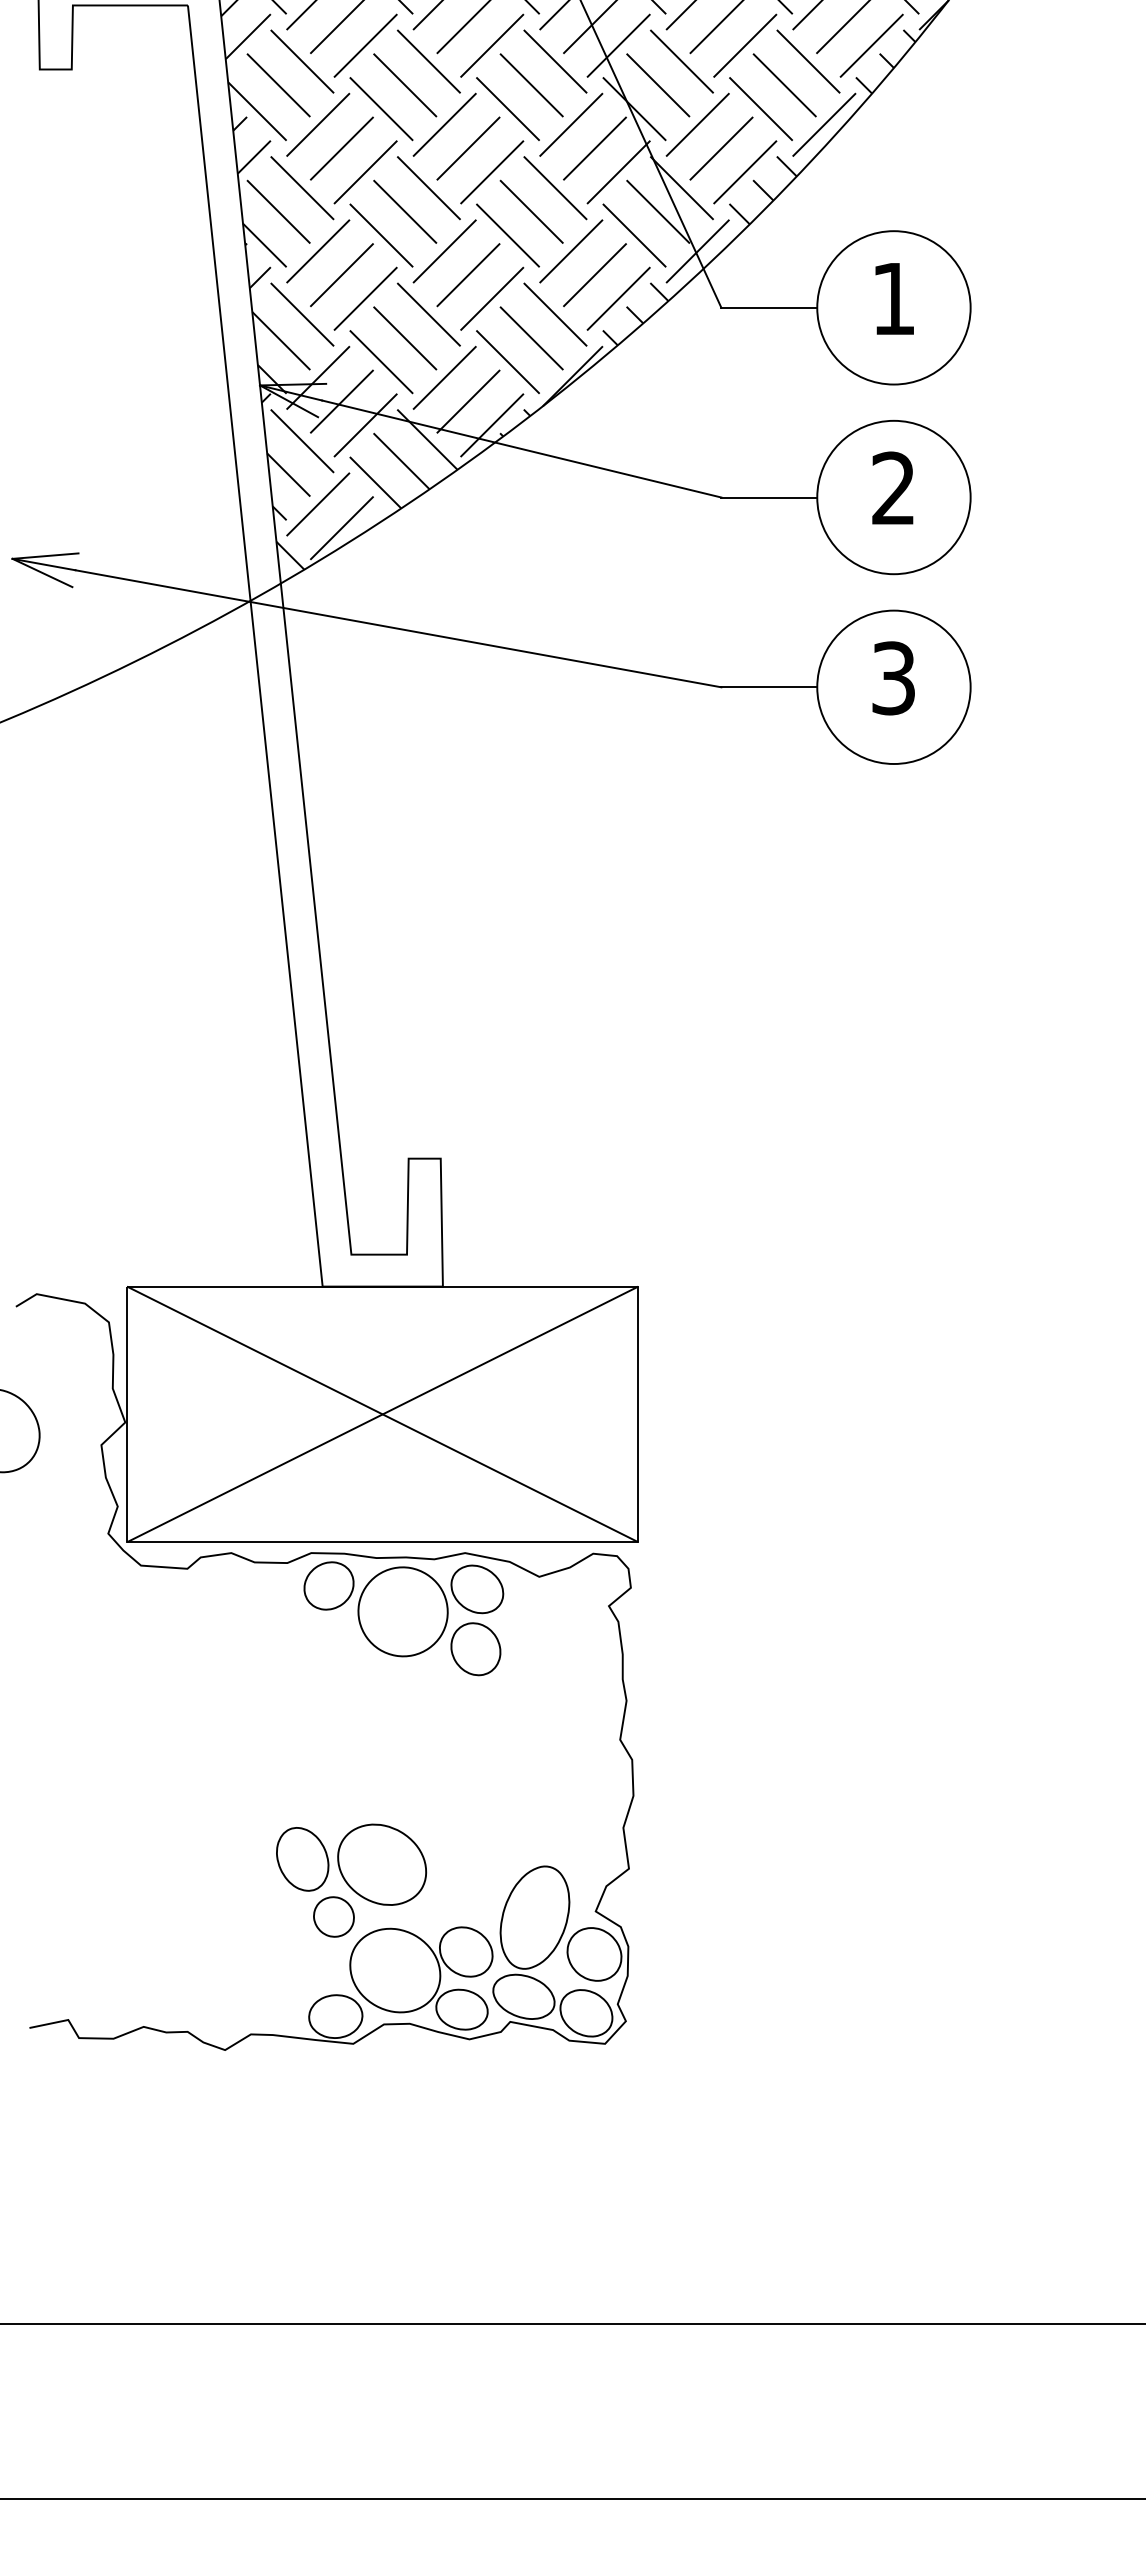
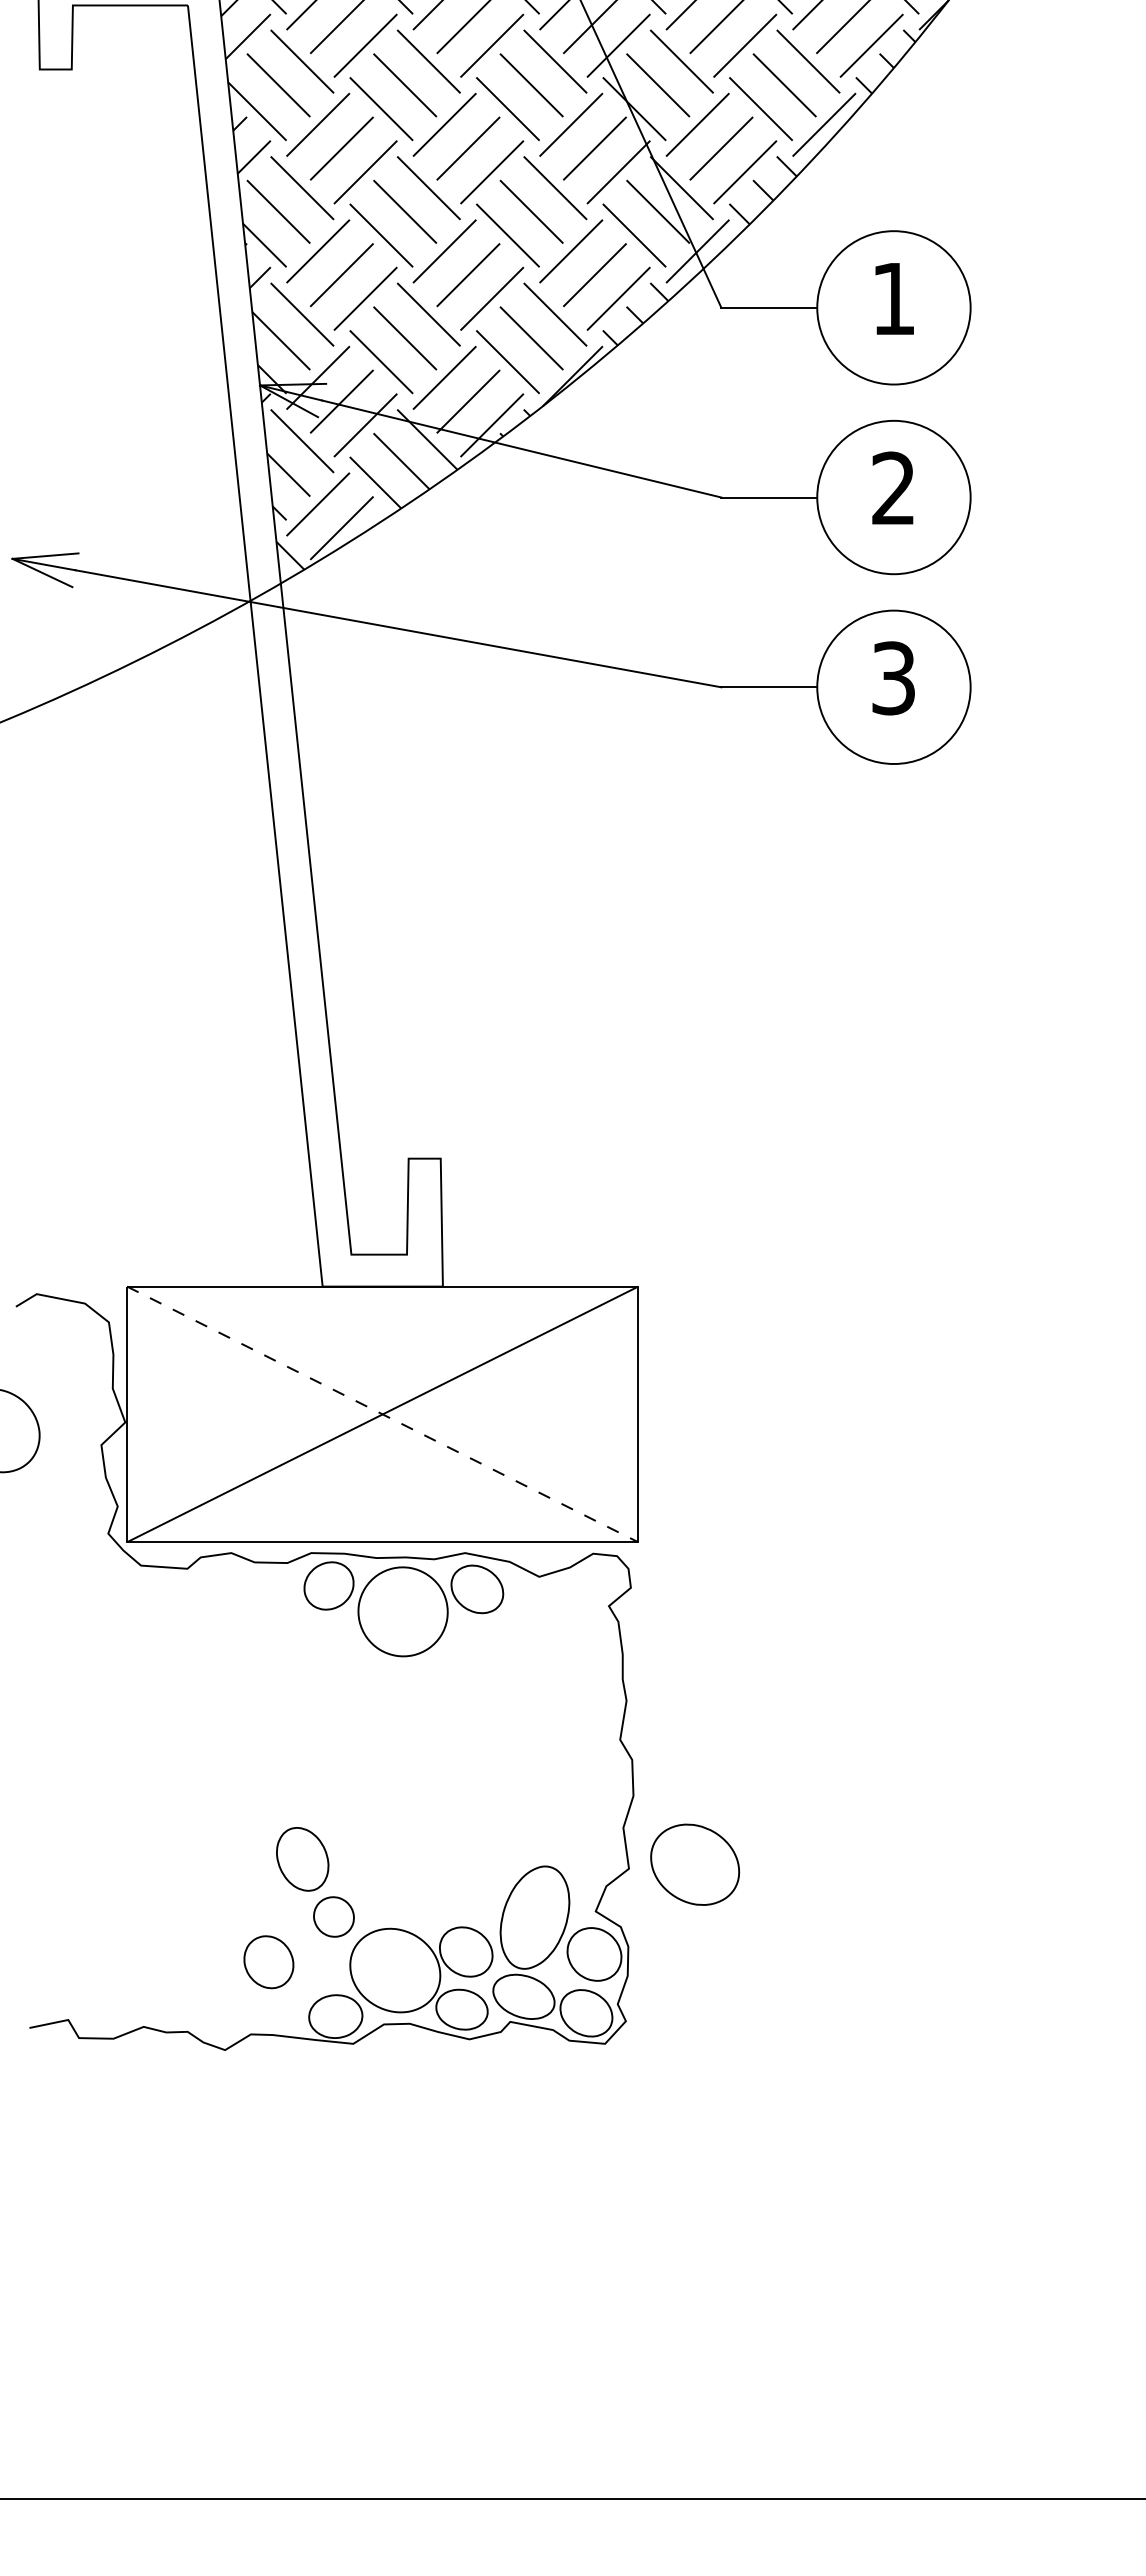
line at (382, 1414): solid -> dashed
part at (475, 1649) position: (475, 1649) -> (268, 1962)
part at (382, 1864) position: (382, 1864) -> (695, 1864)
line at (572, 2324): present -> none
